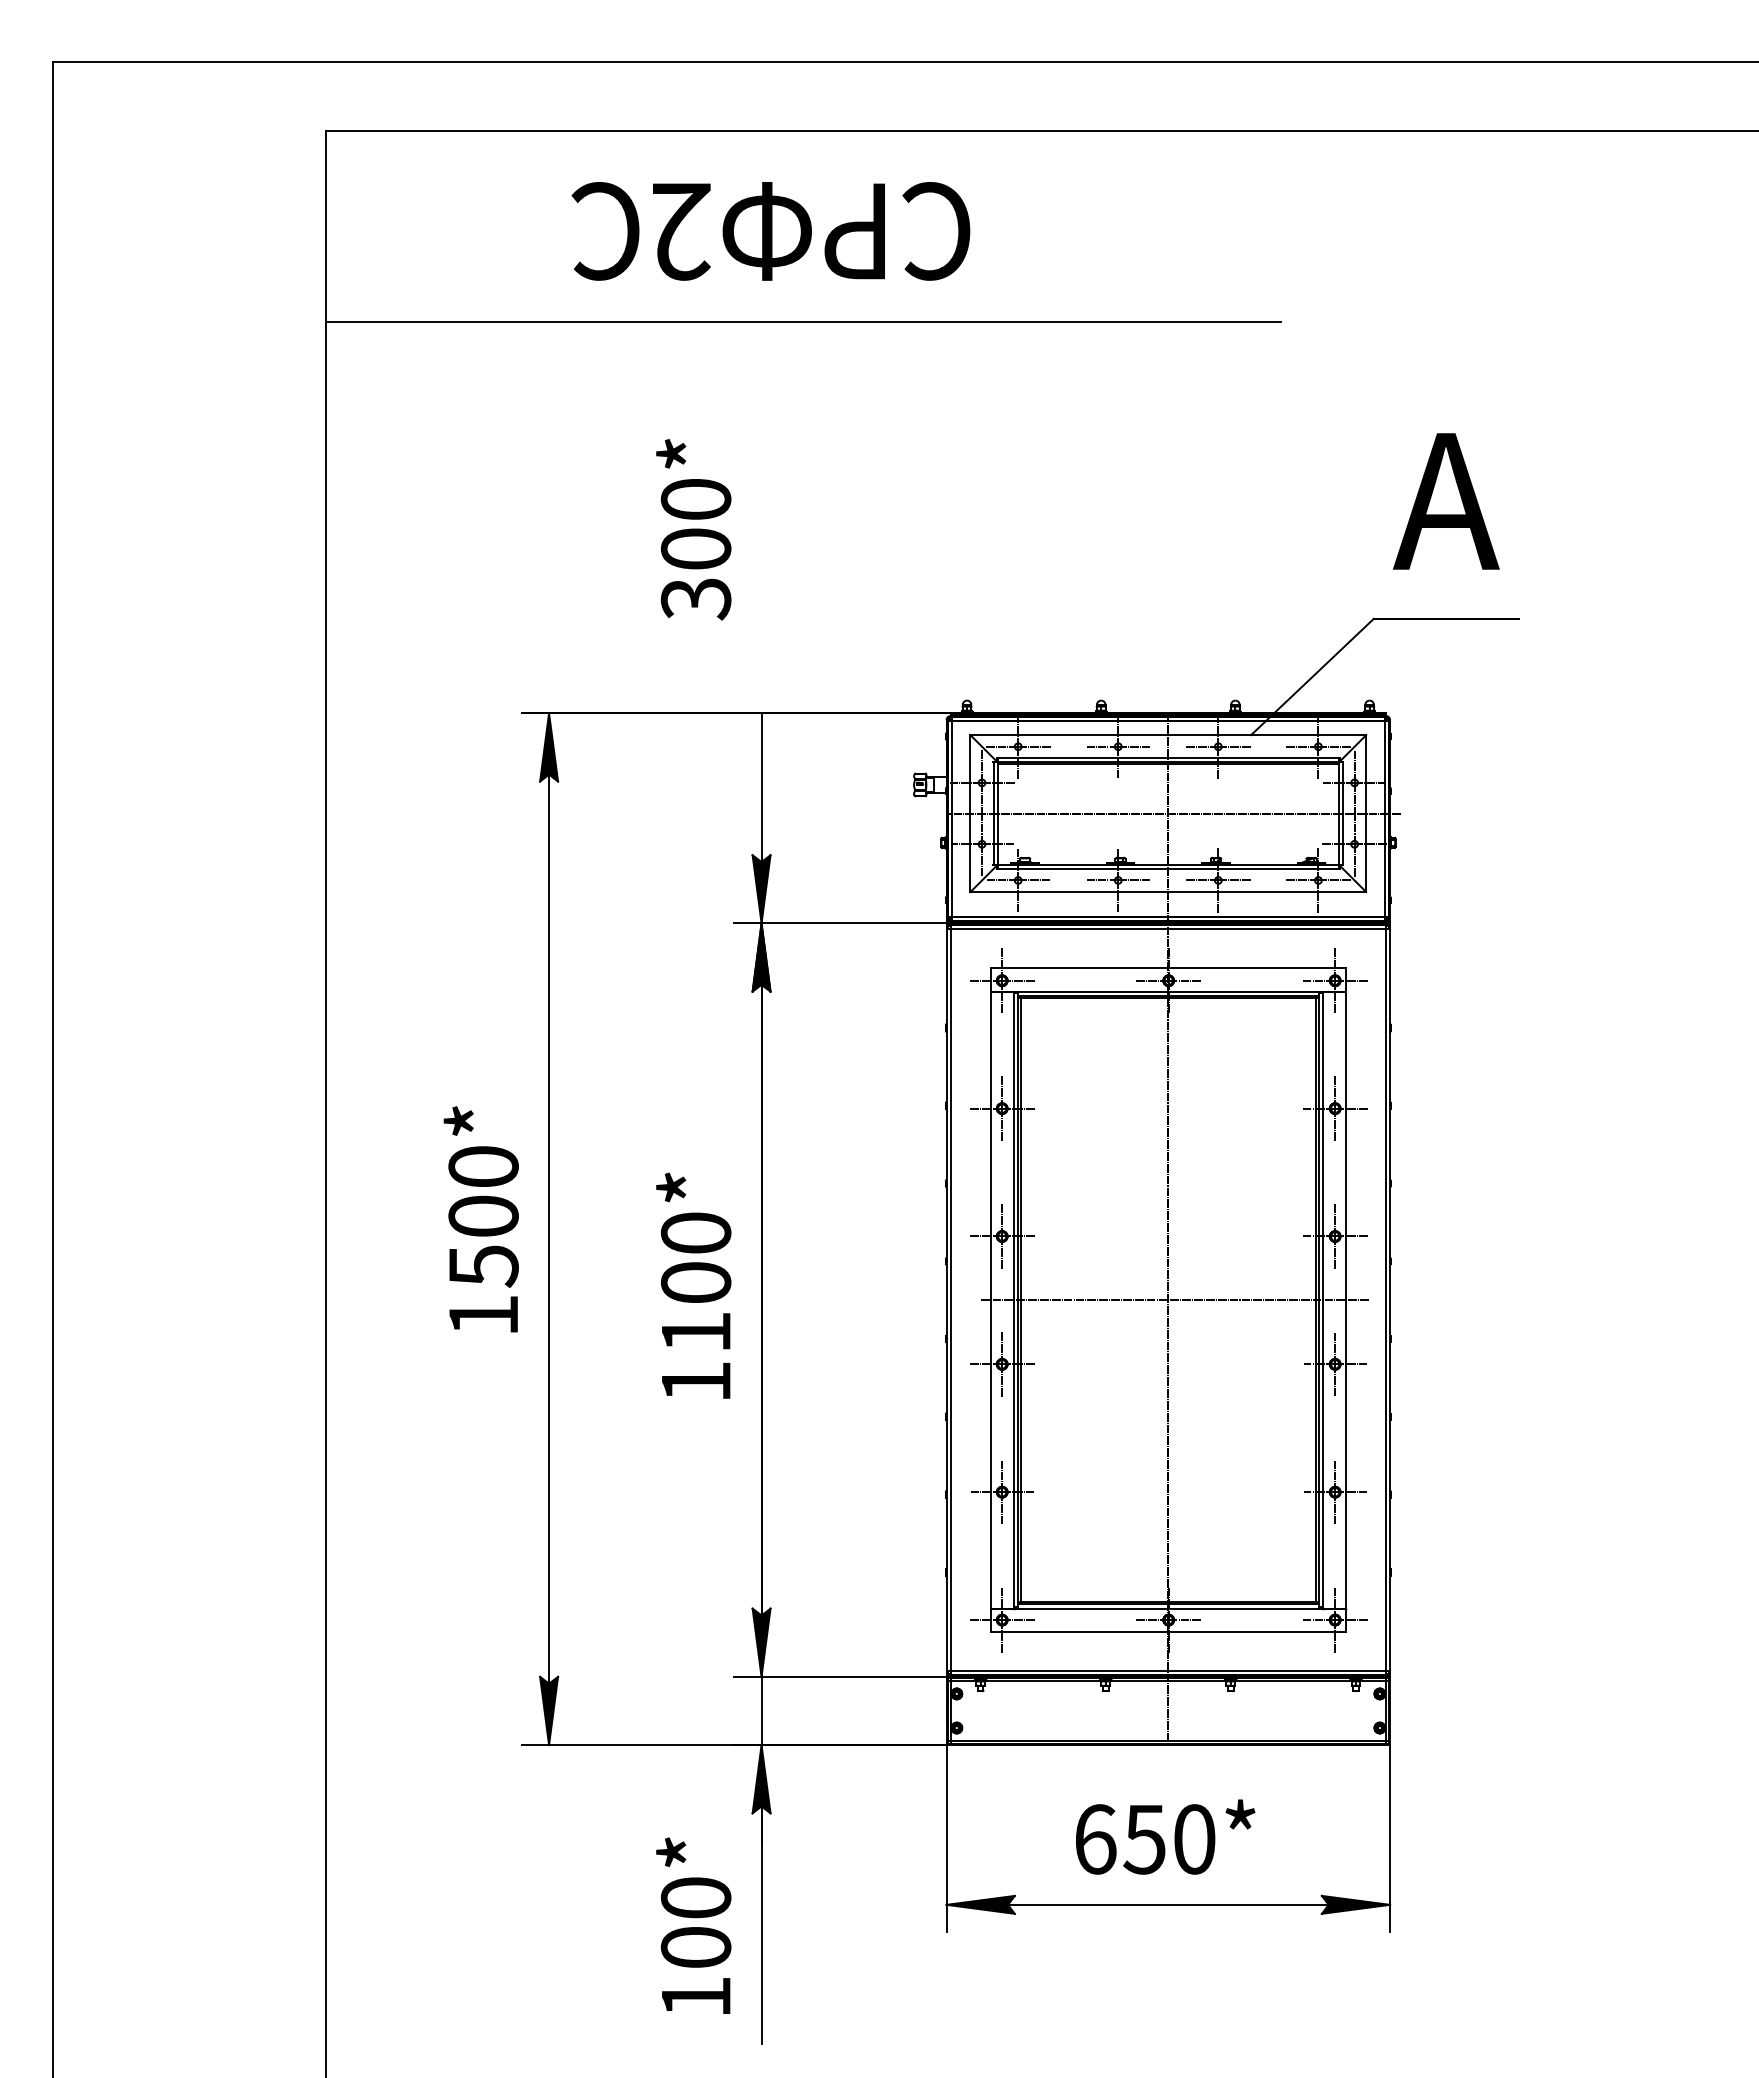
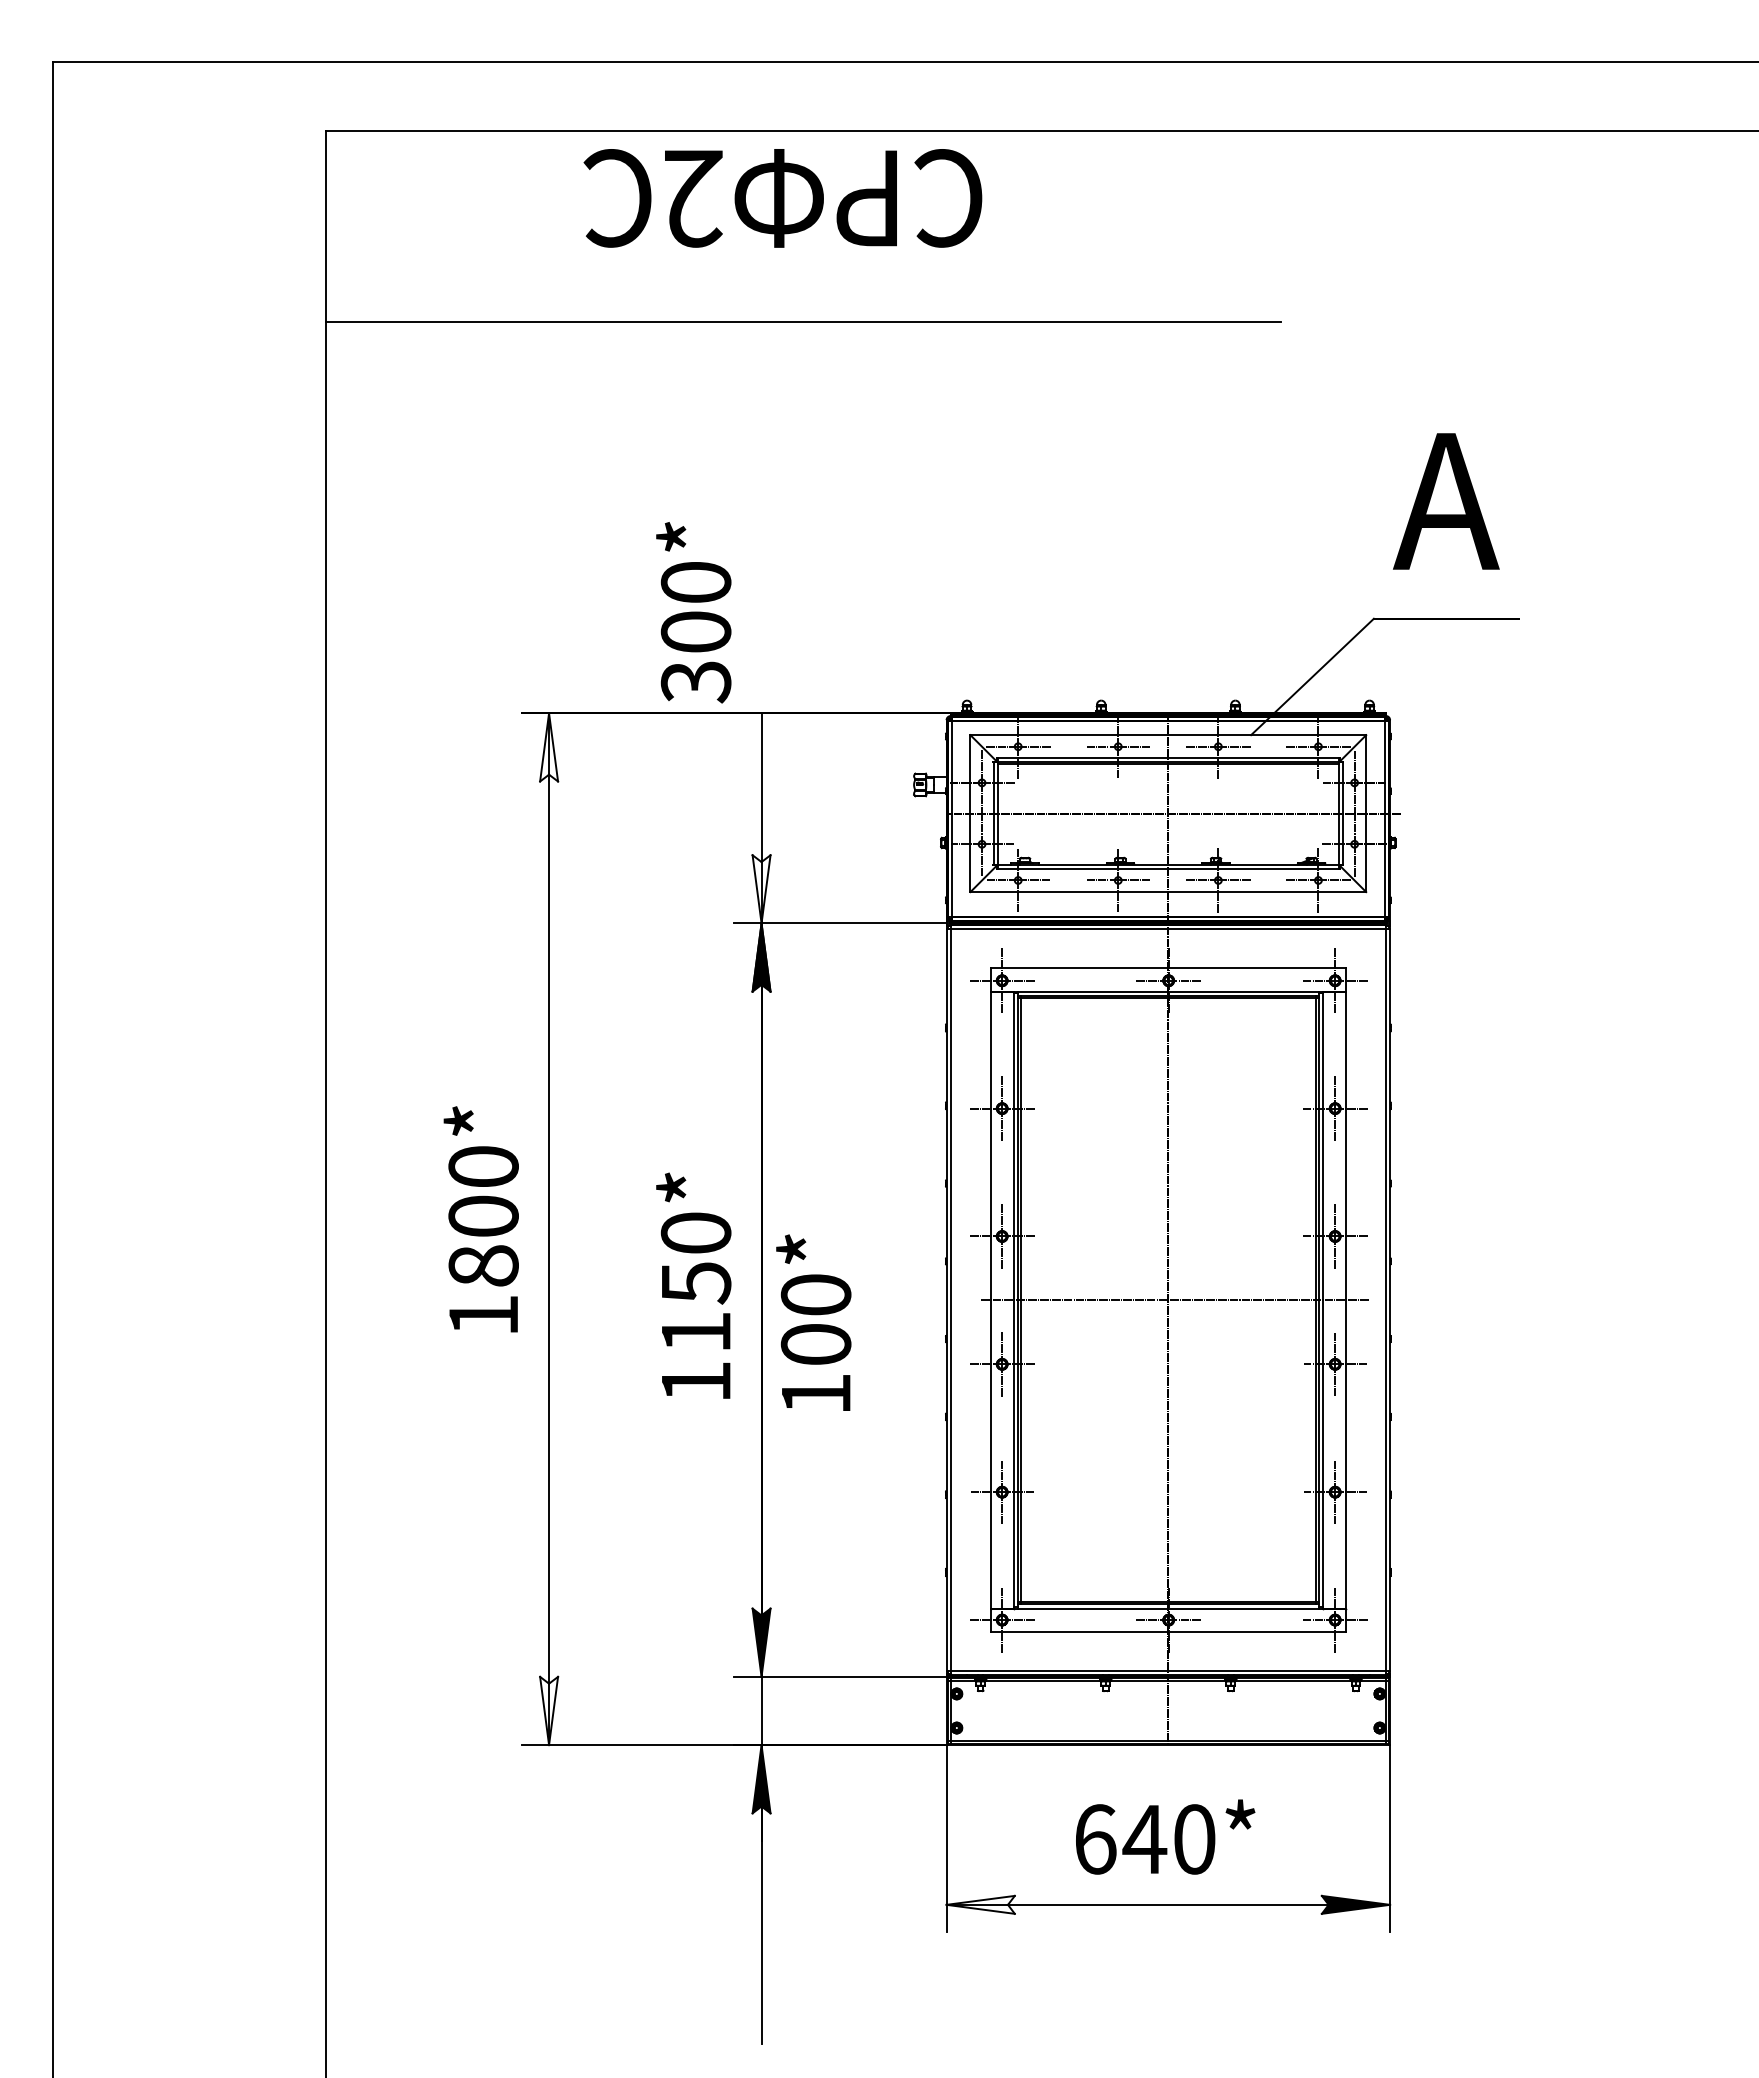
text at (770, 231) position: (770, 231) -> (782, 198)
text at (693, 529) position: (693, 529) -> (693, 612)
fill at (549, 747): present -> none
fill at (761, 889): present -> none
text at (483, 1266): 1500* -> 1800*
text at (695, 1283): 1100* -> 1150*
fill at (549, 1710): present -> none
text at (1144, 1839): 650* -> 640*
fill at (980, 1904): present -> none
text at (693, 1925) position: (693, 1925) -> (813, 1322)
